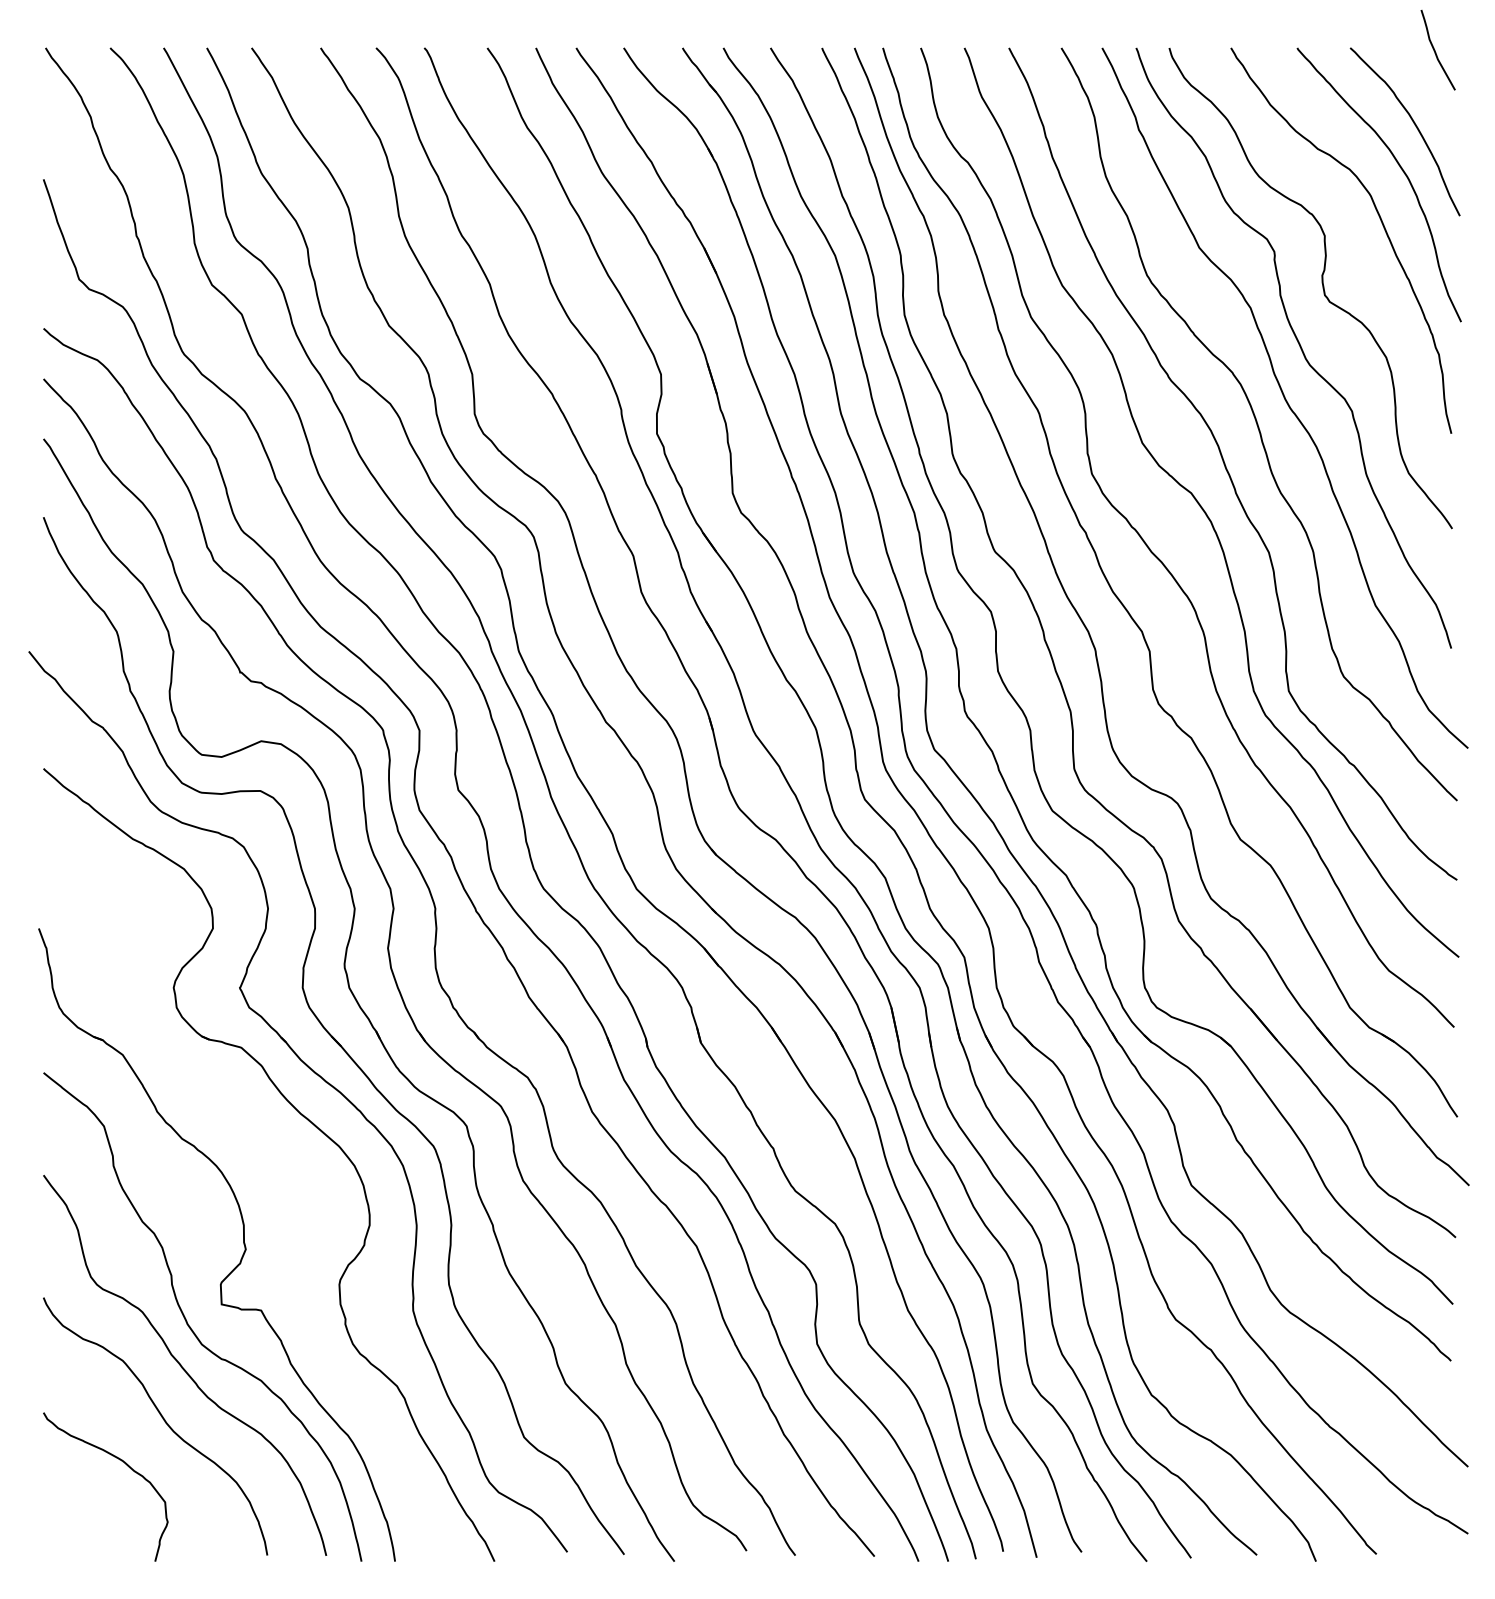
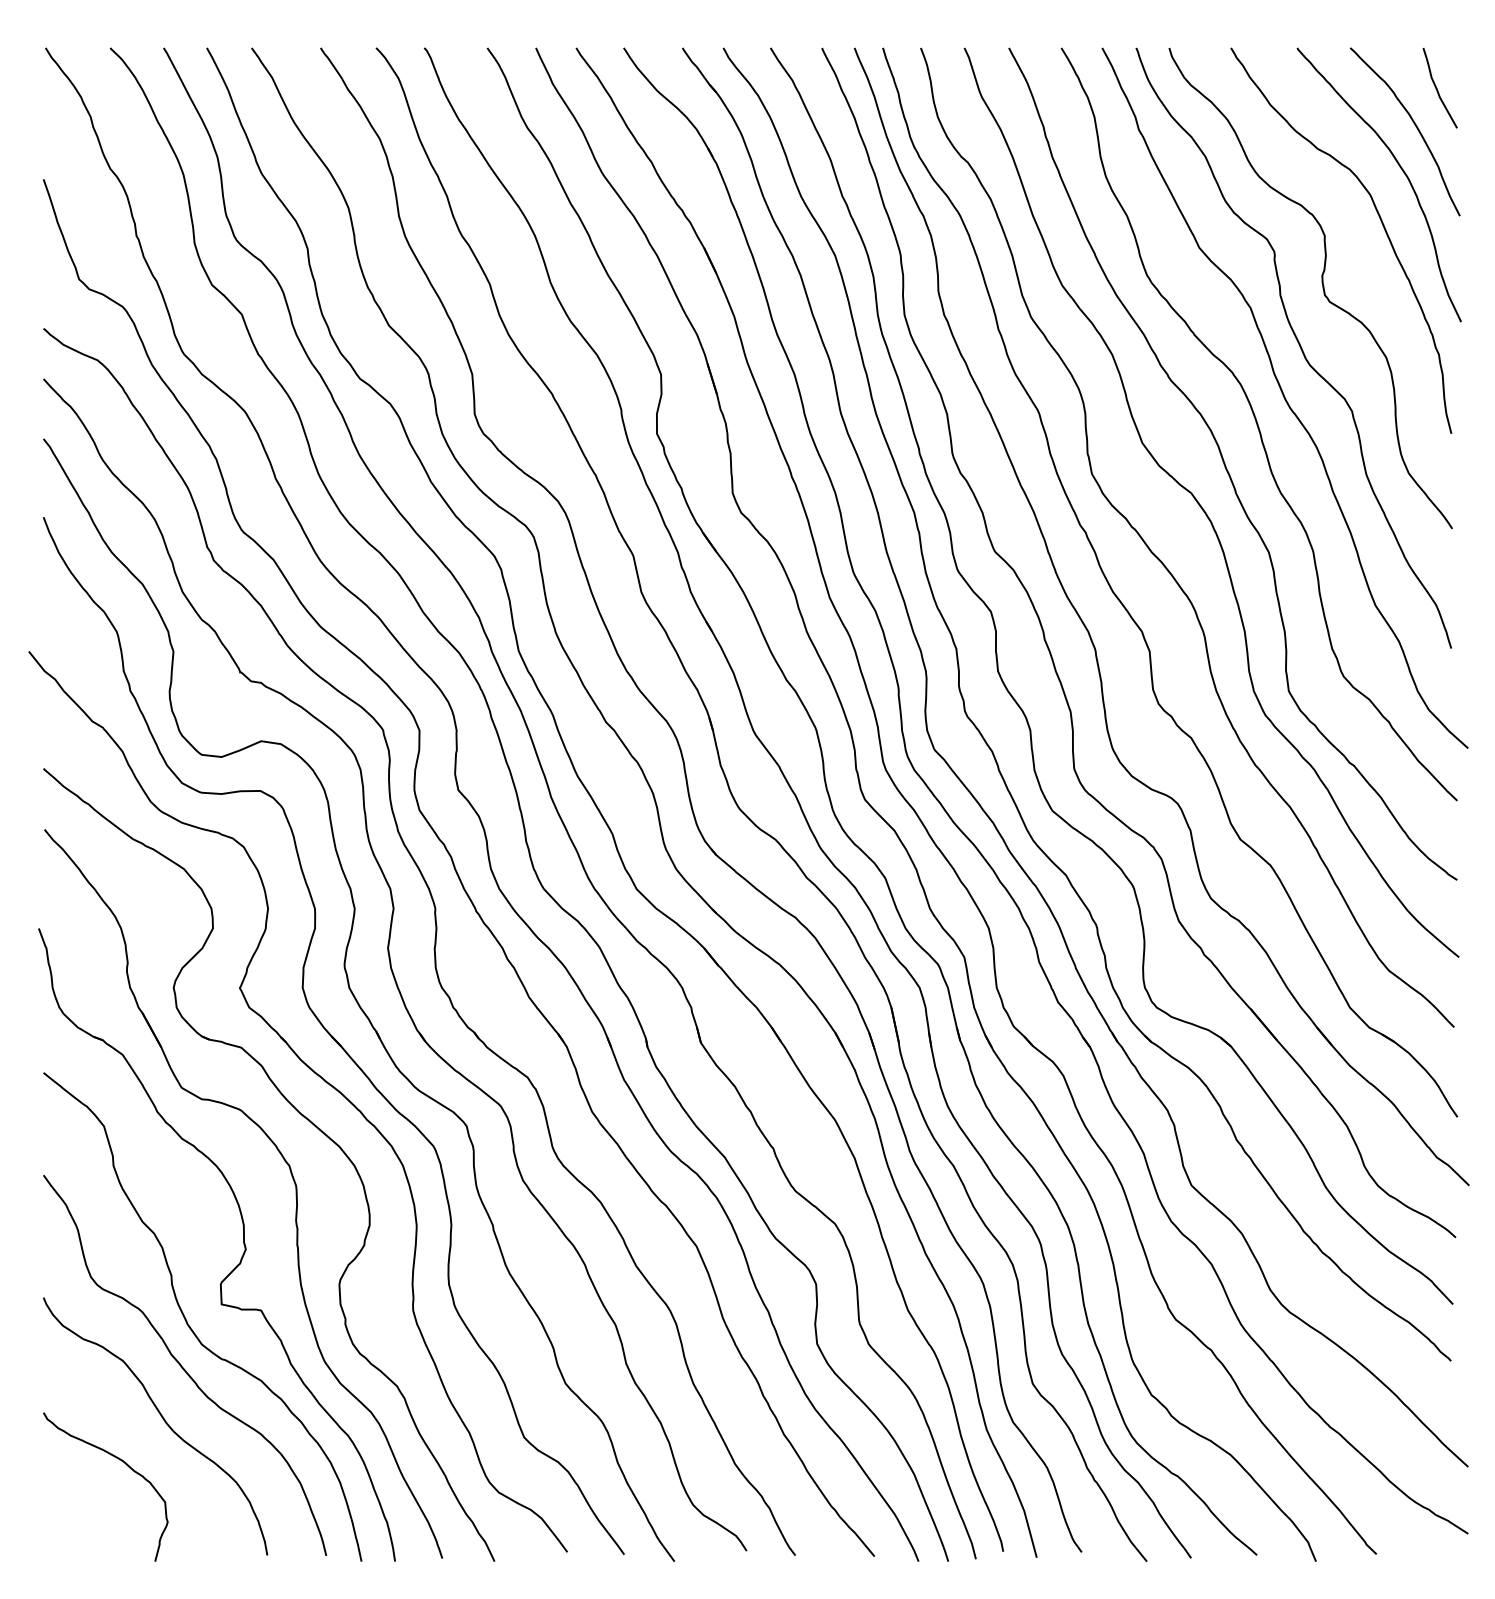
curve at (1435, 50) position: (1435, 50) -> (1437, 88)
part at (291, 1176): none -> present
